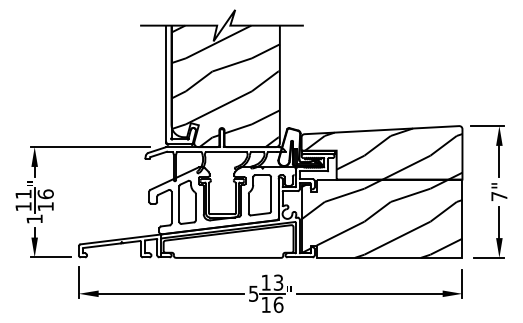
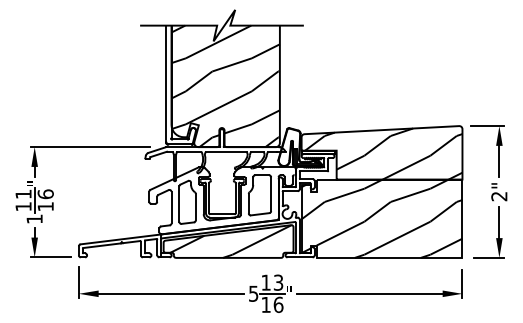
text at (499, 196): 7" -> 2"
hatch at (230, 241): none -> present
